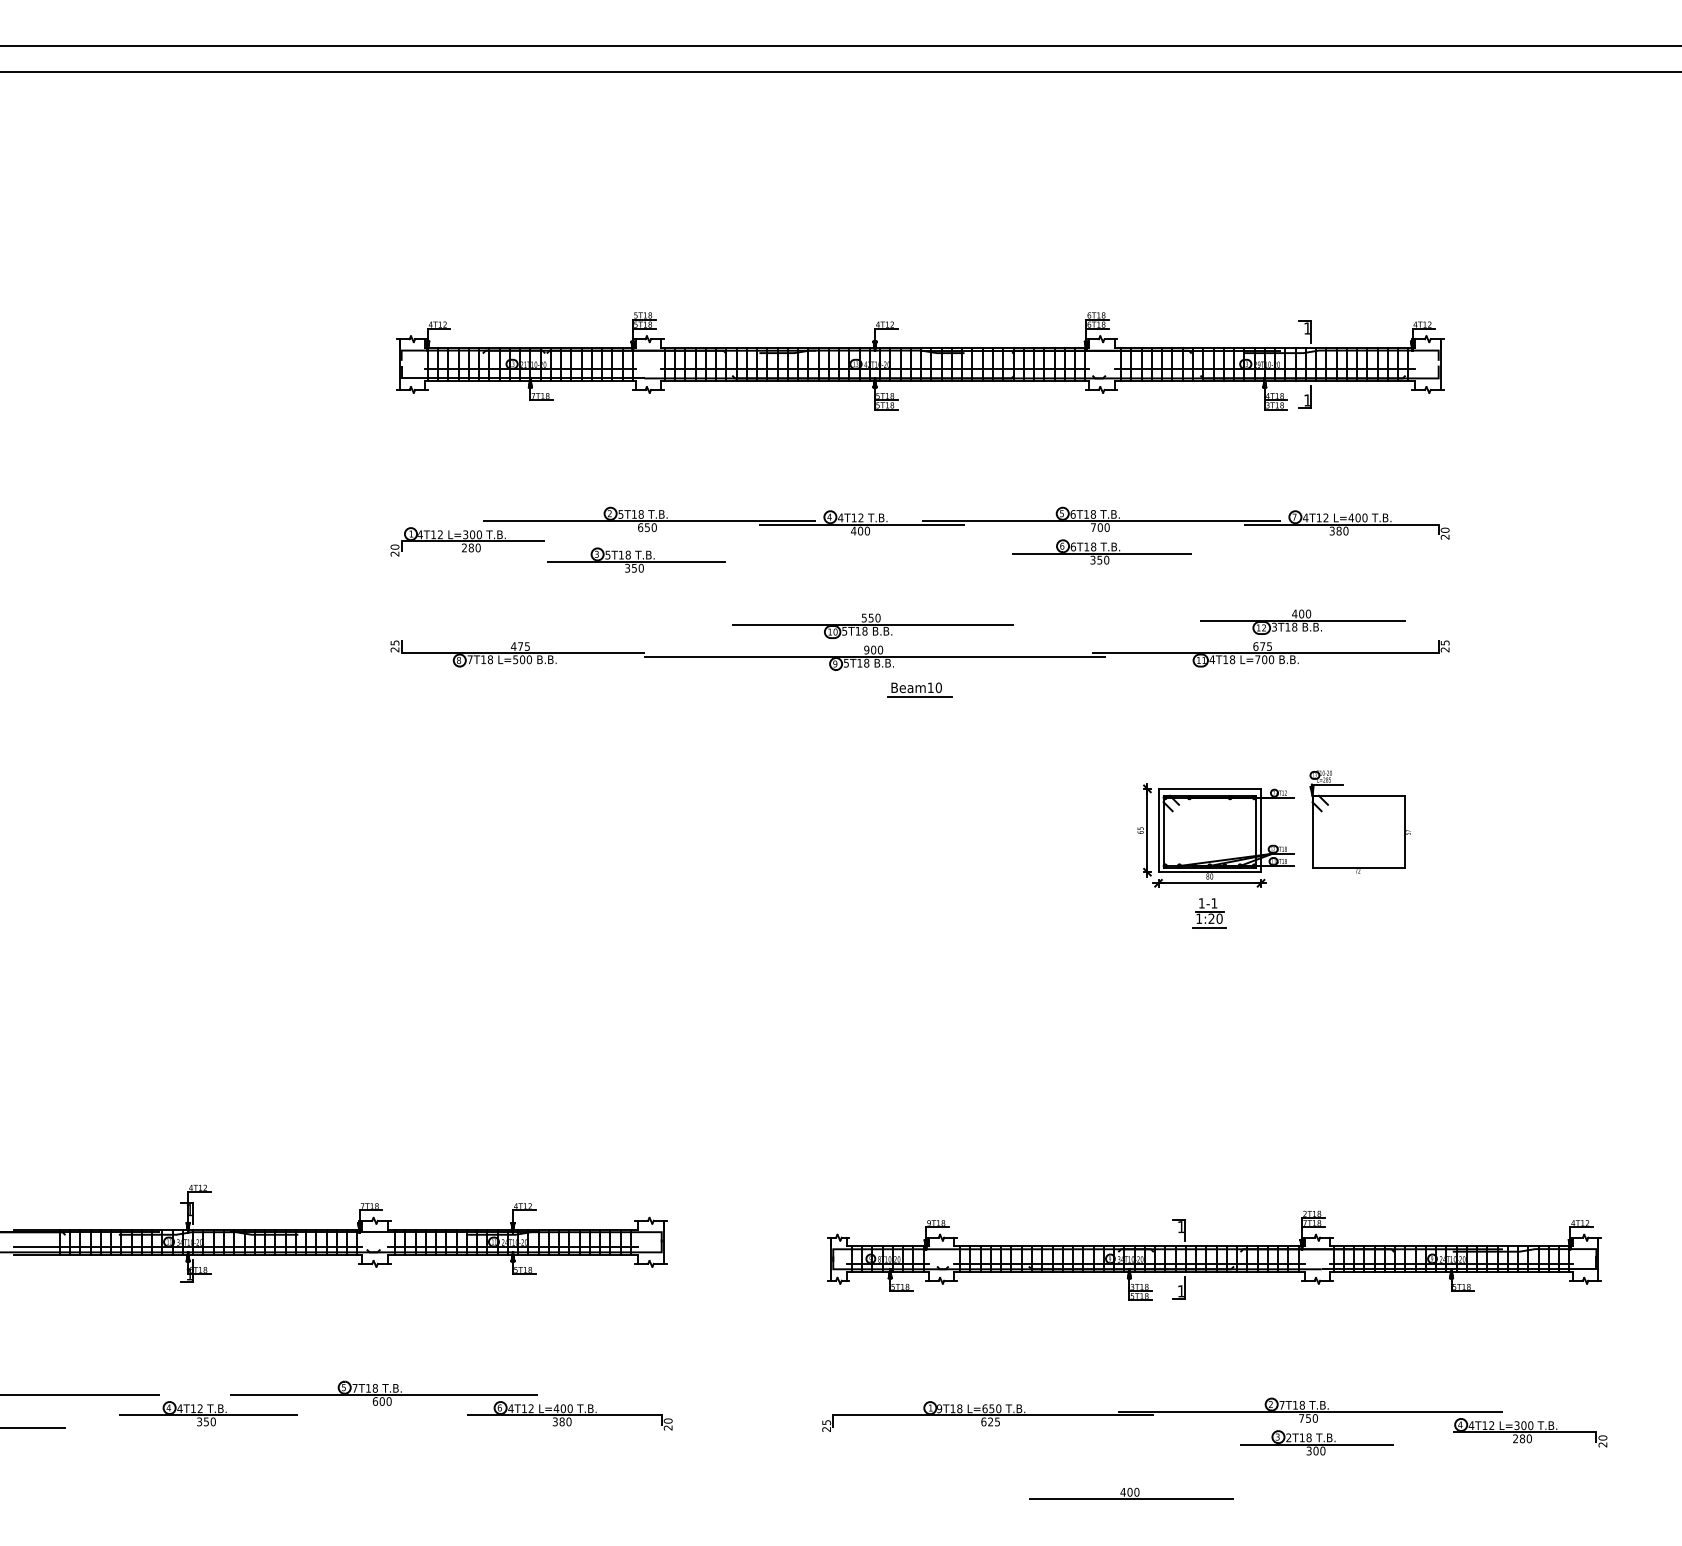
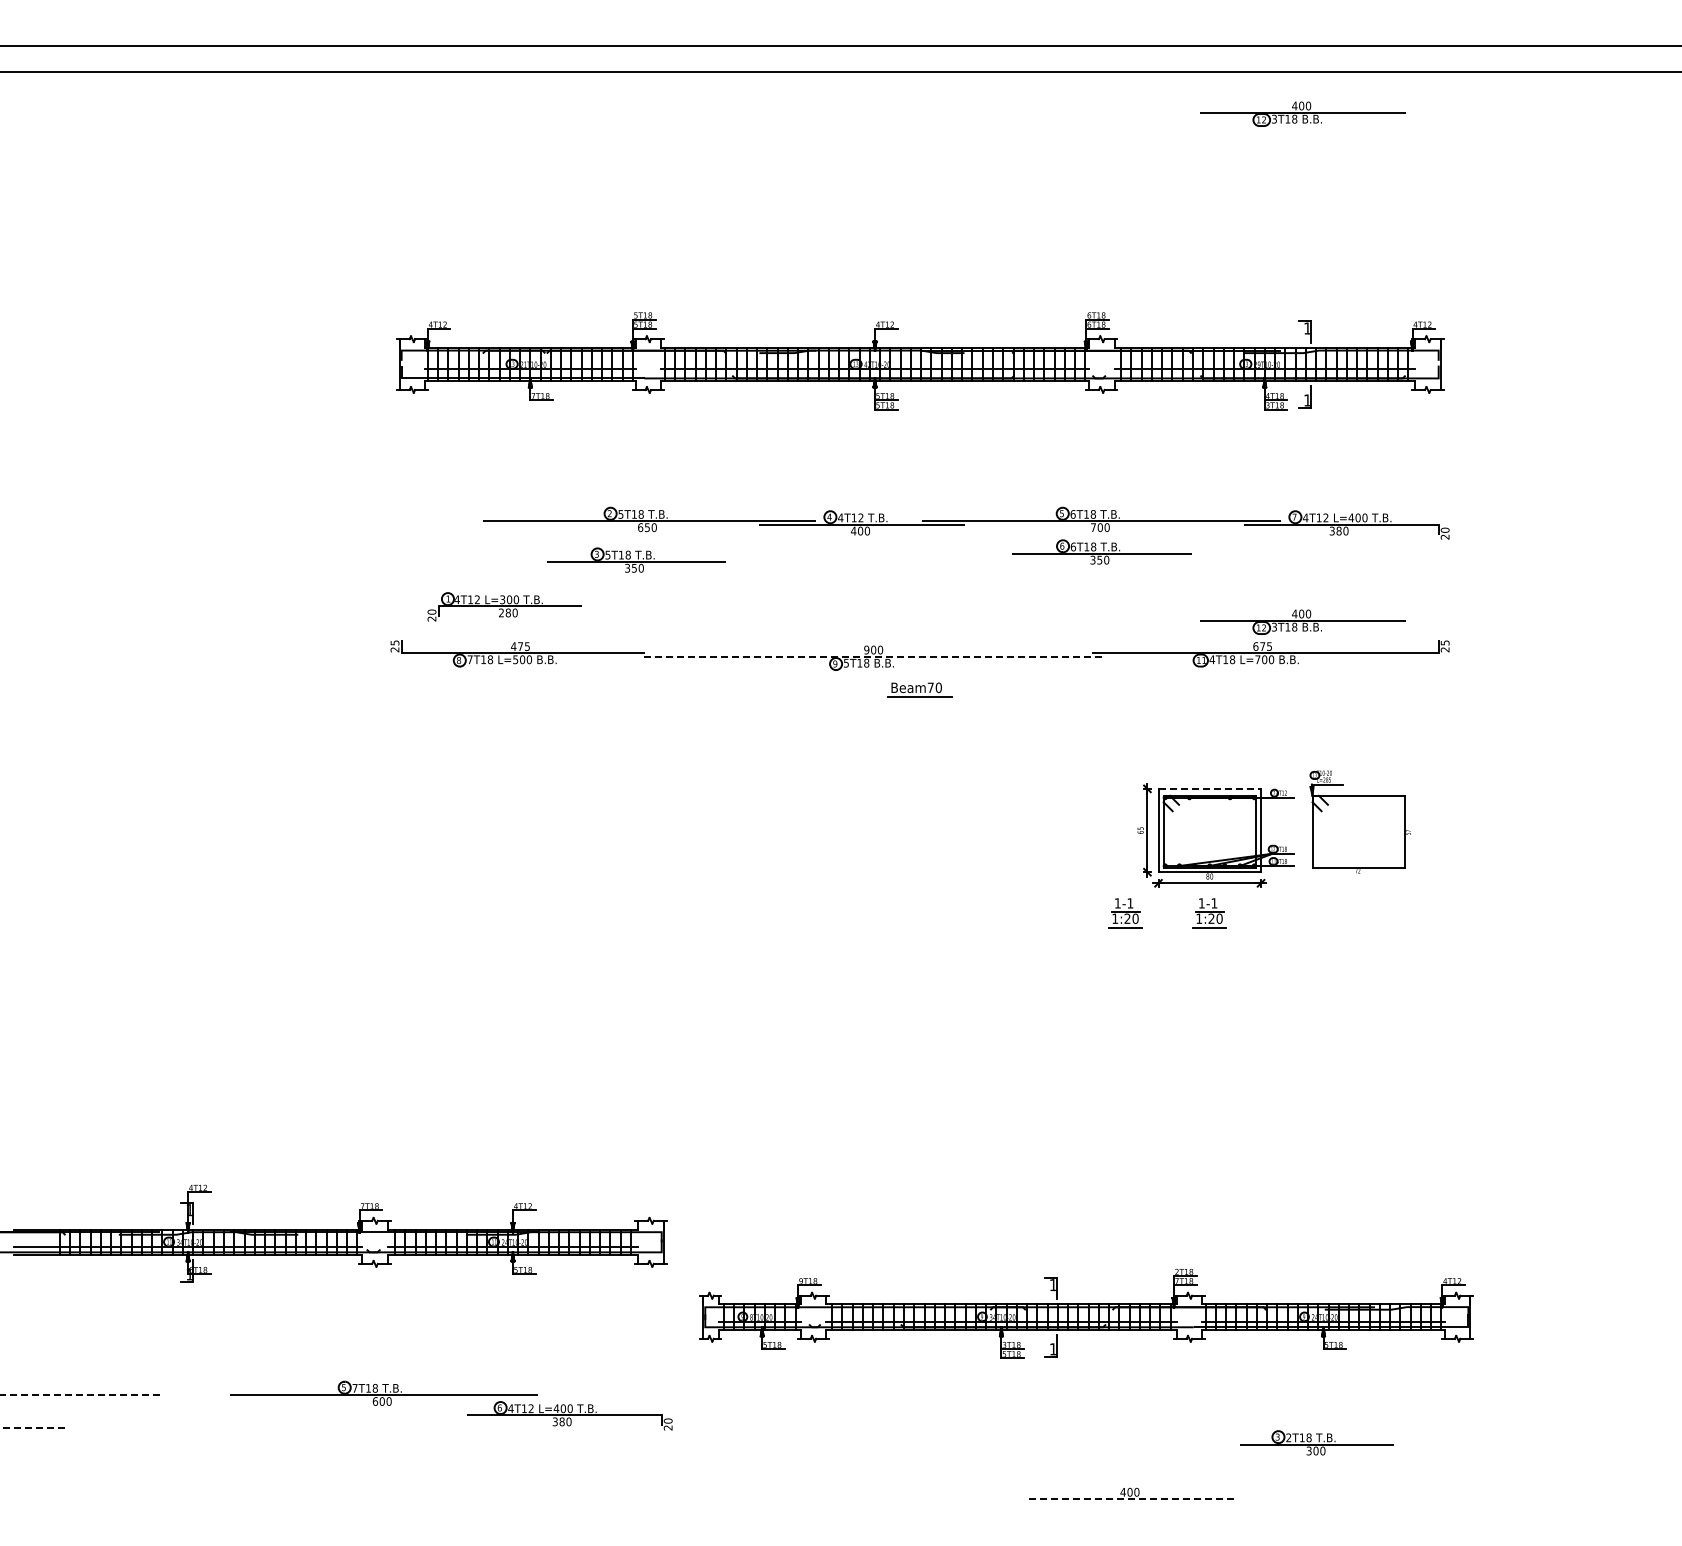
part at (1302, 113): none -> present
part at (467, 541) position: (467, 541) -> (504, 606)
part at (872, 625): present -> none
line at (875, 656): solid -> dashed
text at (930, 687): Beam10 -> Beam70
line at (1210, 788): solid -> dashed
part at (1125, 913): none -> present
part at (1214, 1255) position: (1214, 1255) -> (1086, 1313)
line at (80, 1395): solid -> dashed
part at (1214, 1412): present -> none
part at (208, 1413): present -> none
line at (33, 1427): solid -> dashed
line at (1131, 1498): solid -> dashed
